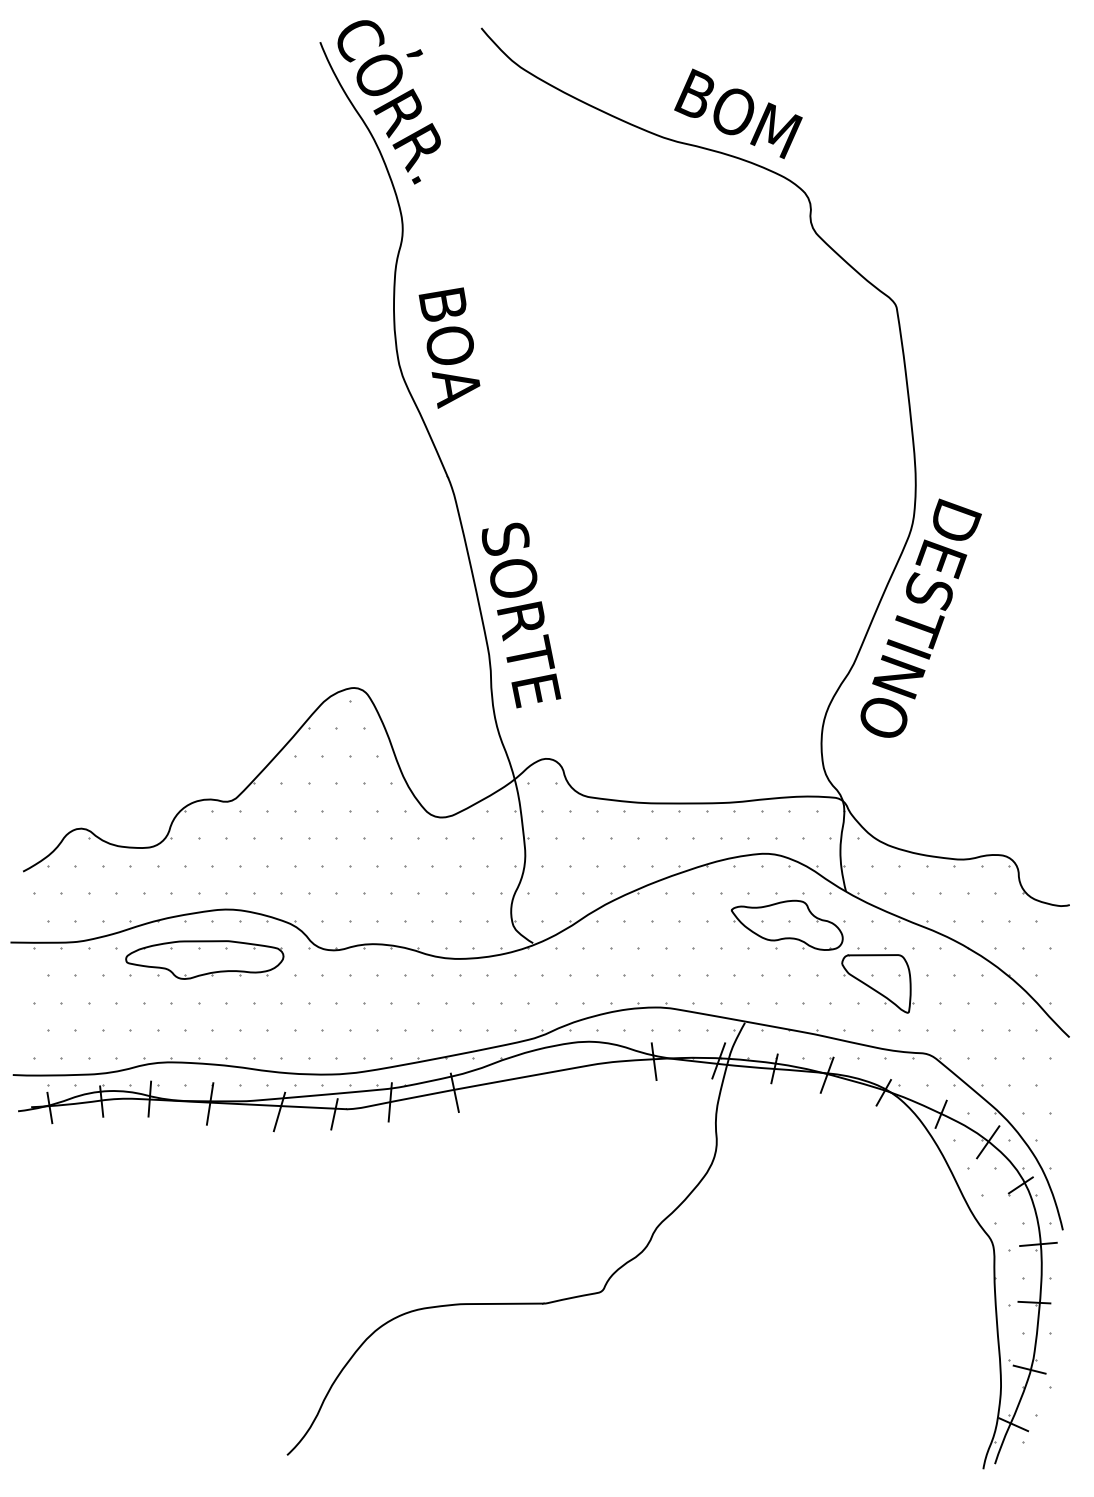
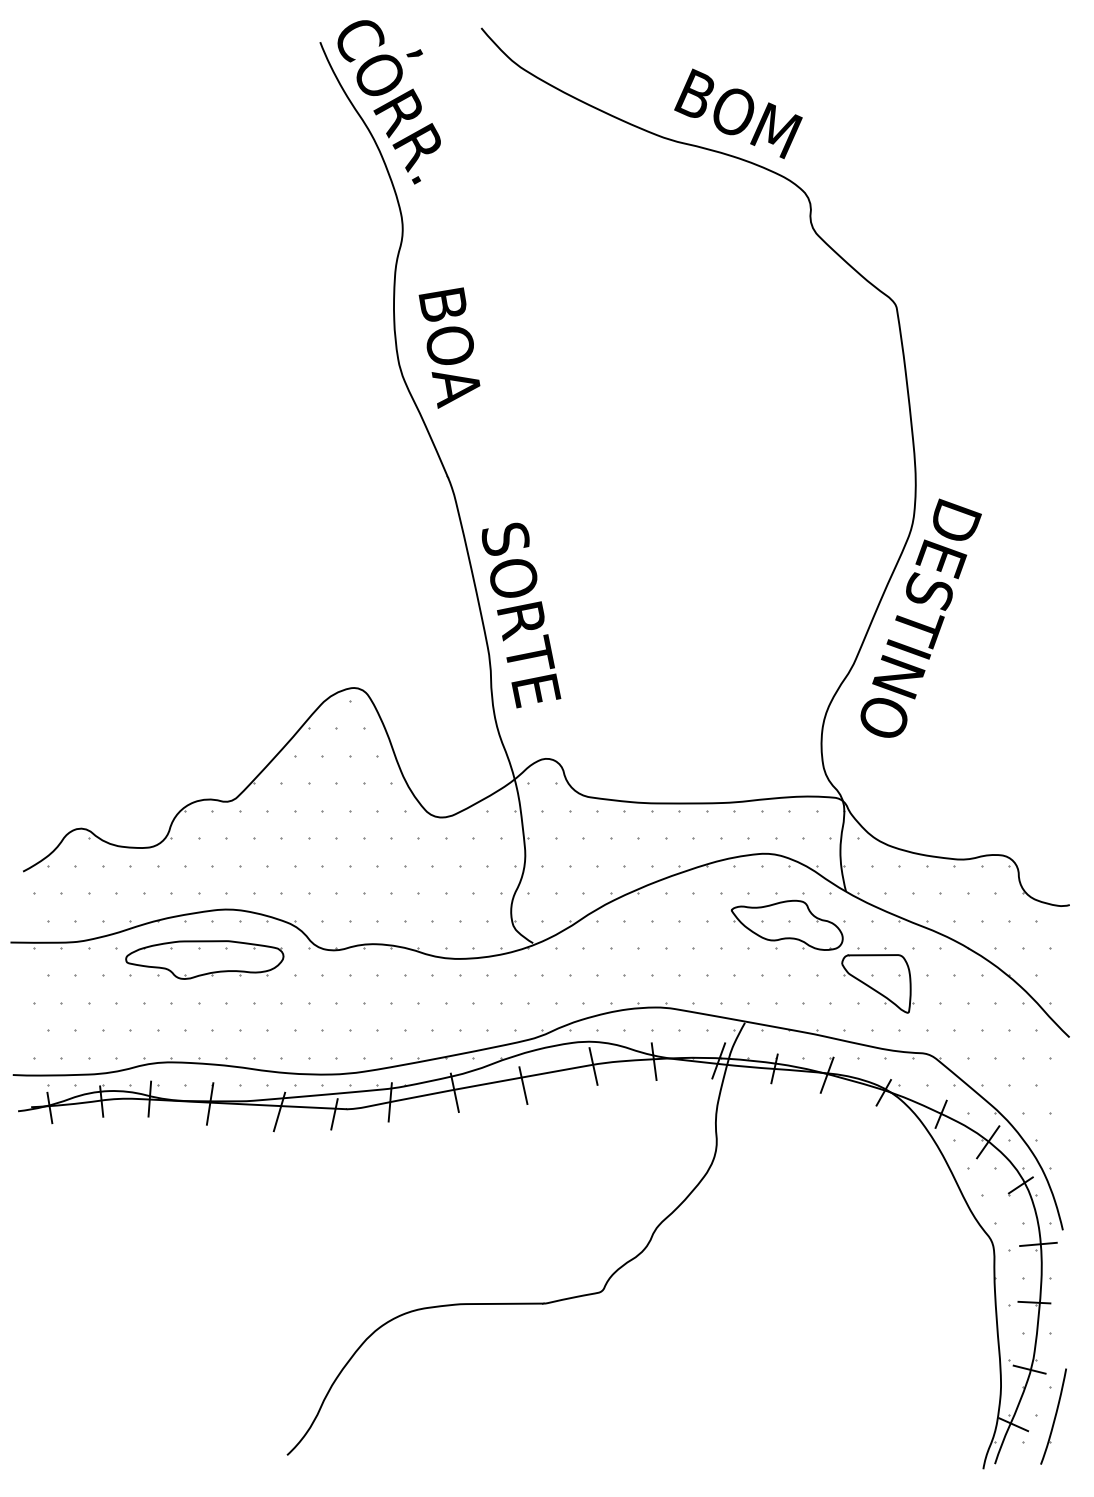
line at (593, 1066): none -> present
line at (523, 1085): none -> present
part at (1053, 1416): none -> present
